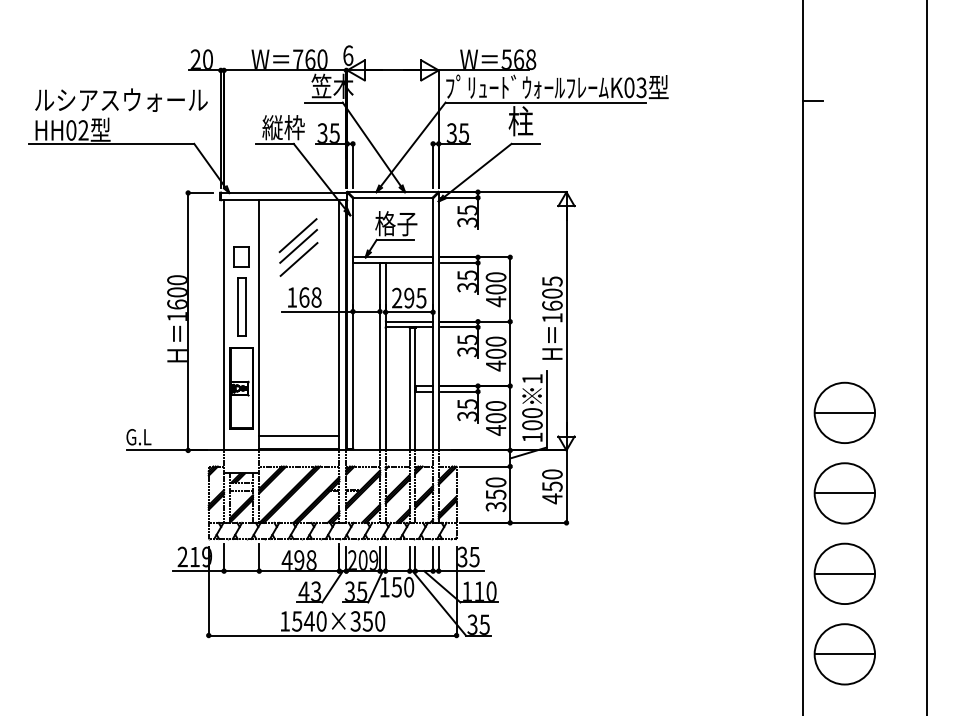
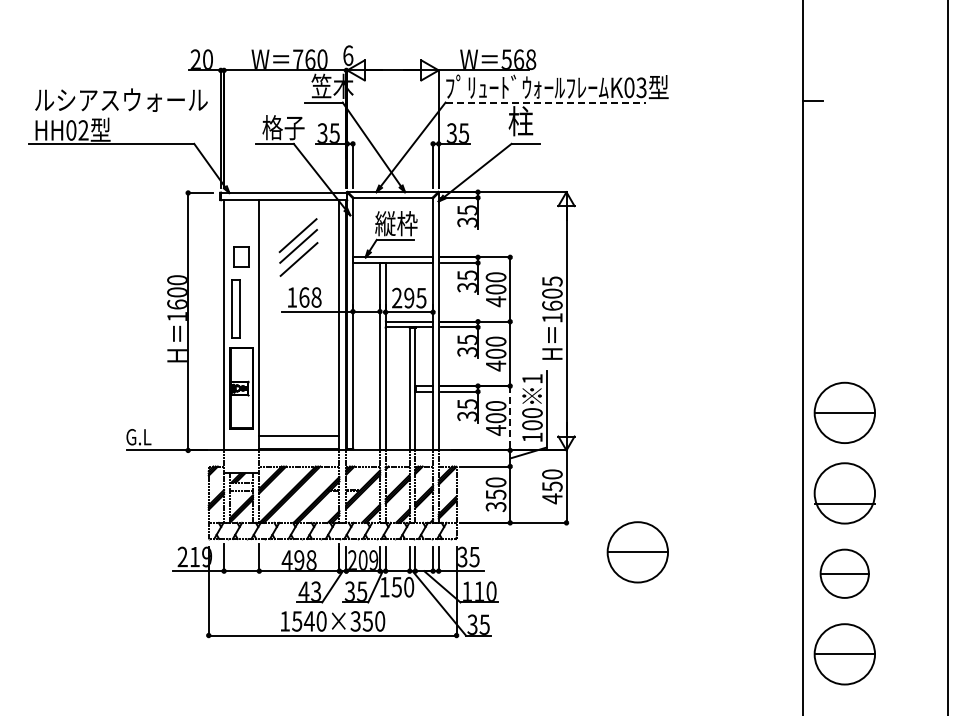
line at (546, 102): solid -> dashed
text at (283, 127): 縦枠 -> 格子
text at (396, 223): 格子 -> 縦枠
part at (241, 306) position: (241, 306) -> (235, 308)
line at (927, 357) position: (927, 357) -> (948, 357)
line at (510, 418): solid -> dashed
line at (844, 493) position: (844, 493) -> (844, 504)
part at (637, 552): none -> present
part at (844, 573) size: 63x63 px -> 51x51 px
